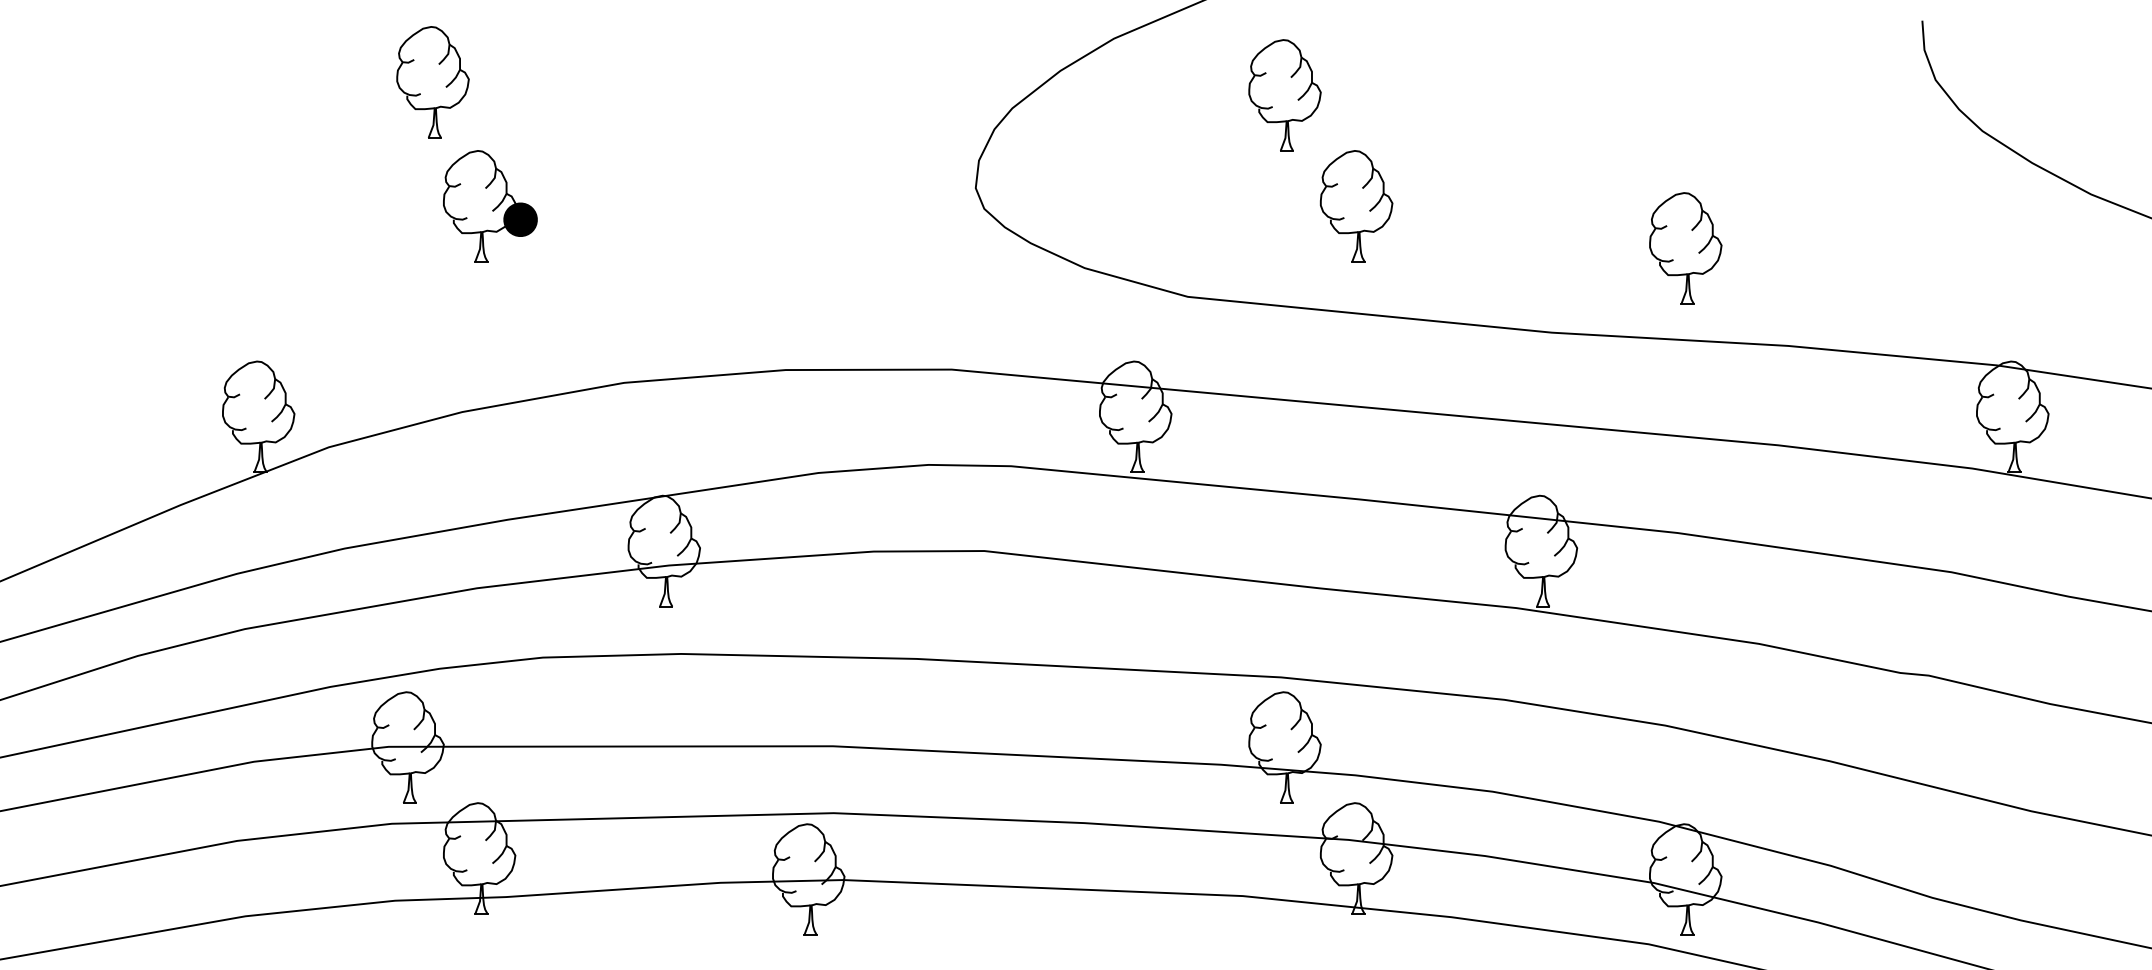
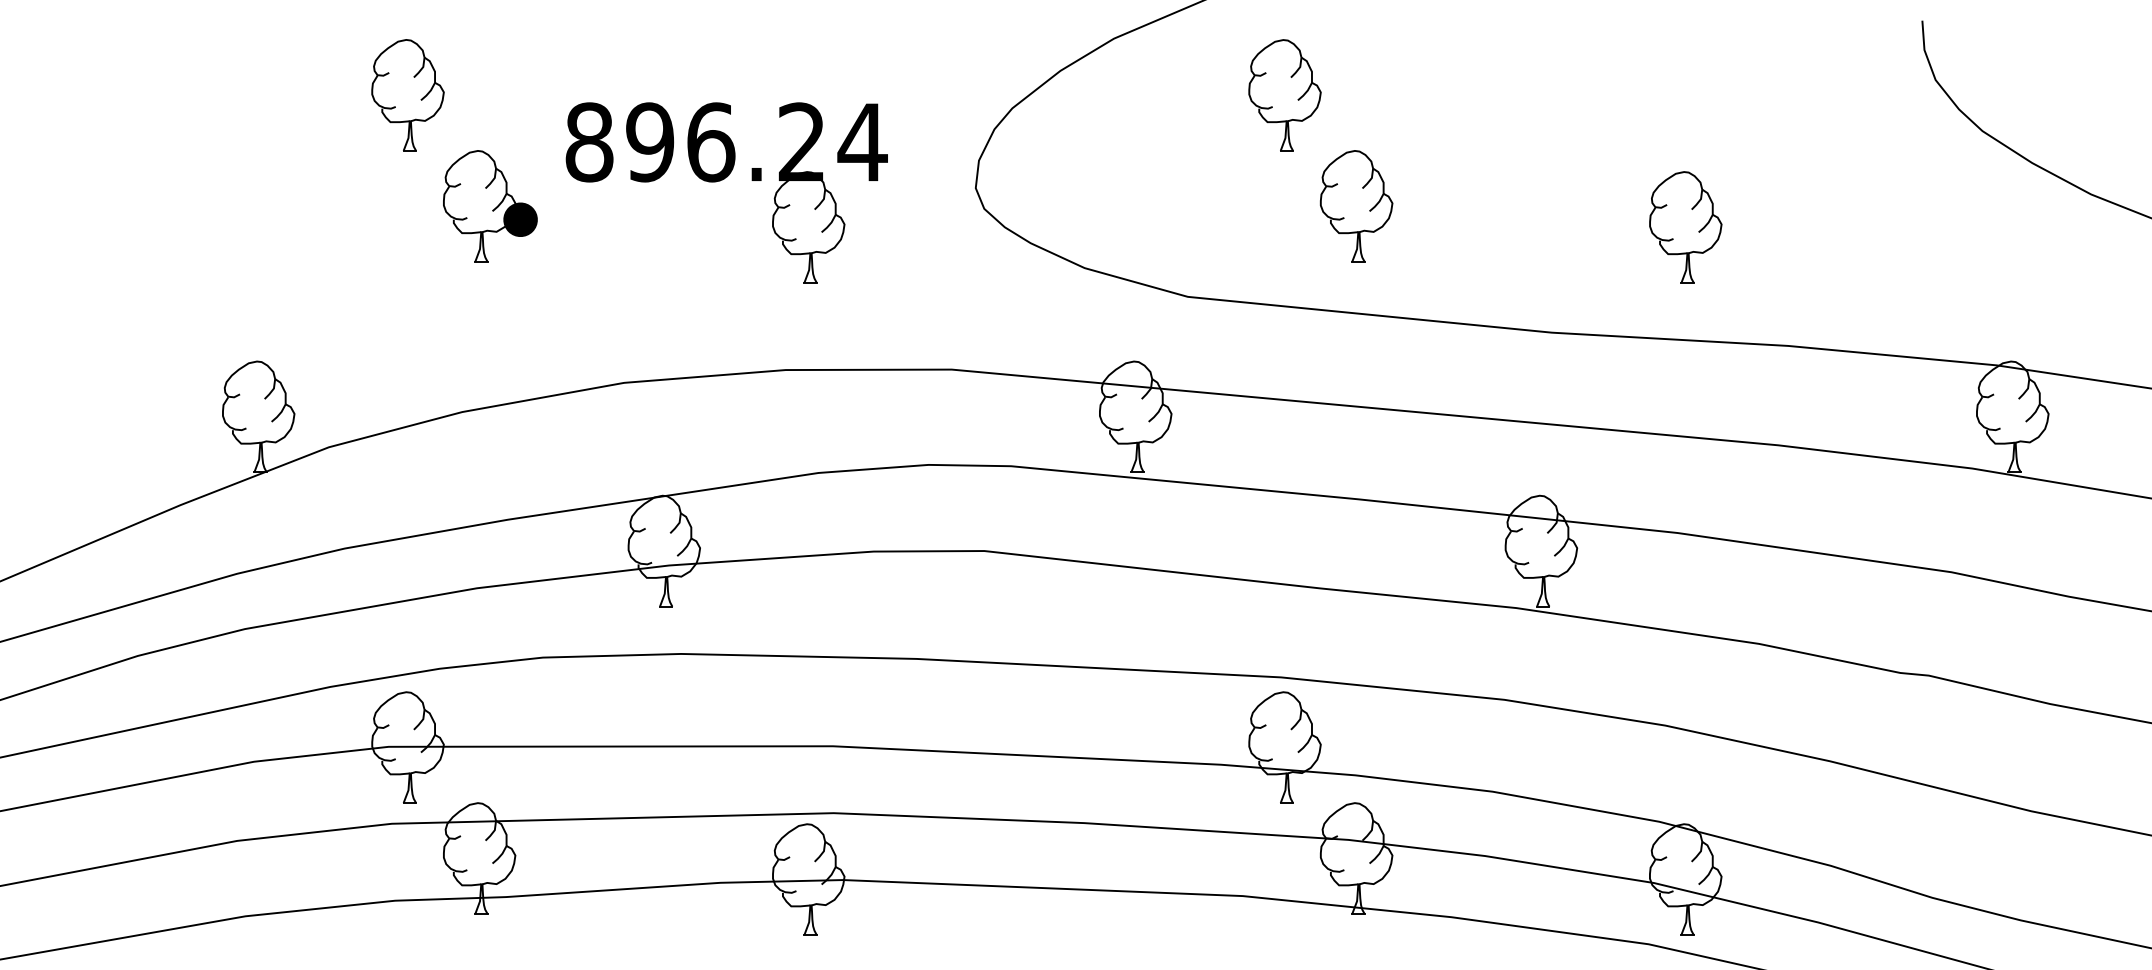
part at (432, 82) position: (432, 82) -> (407, 95)
part at (720, 181): none -> present
part at (1685, 248) position: (1685, 248) -> (1685, 227)
